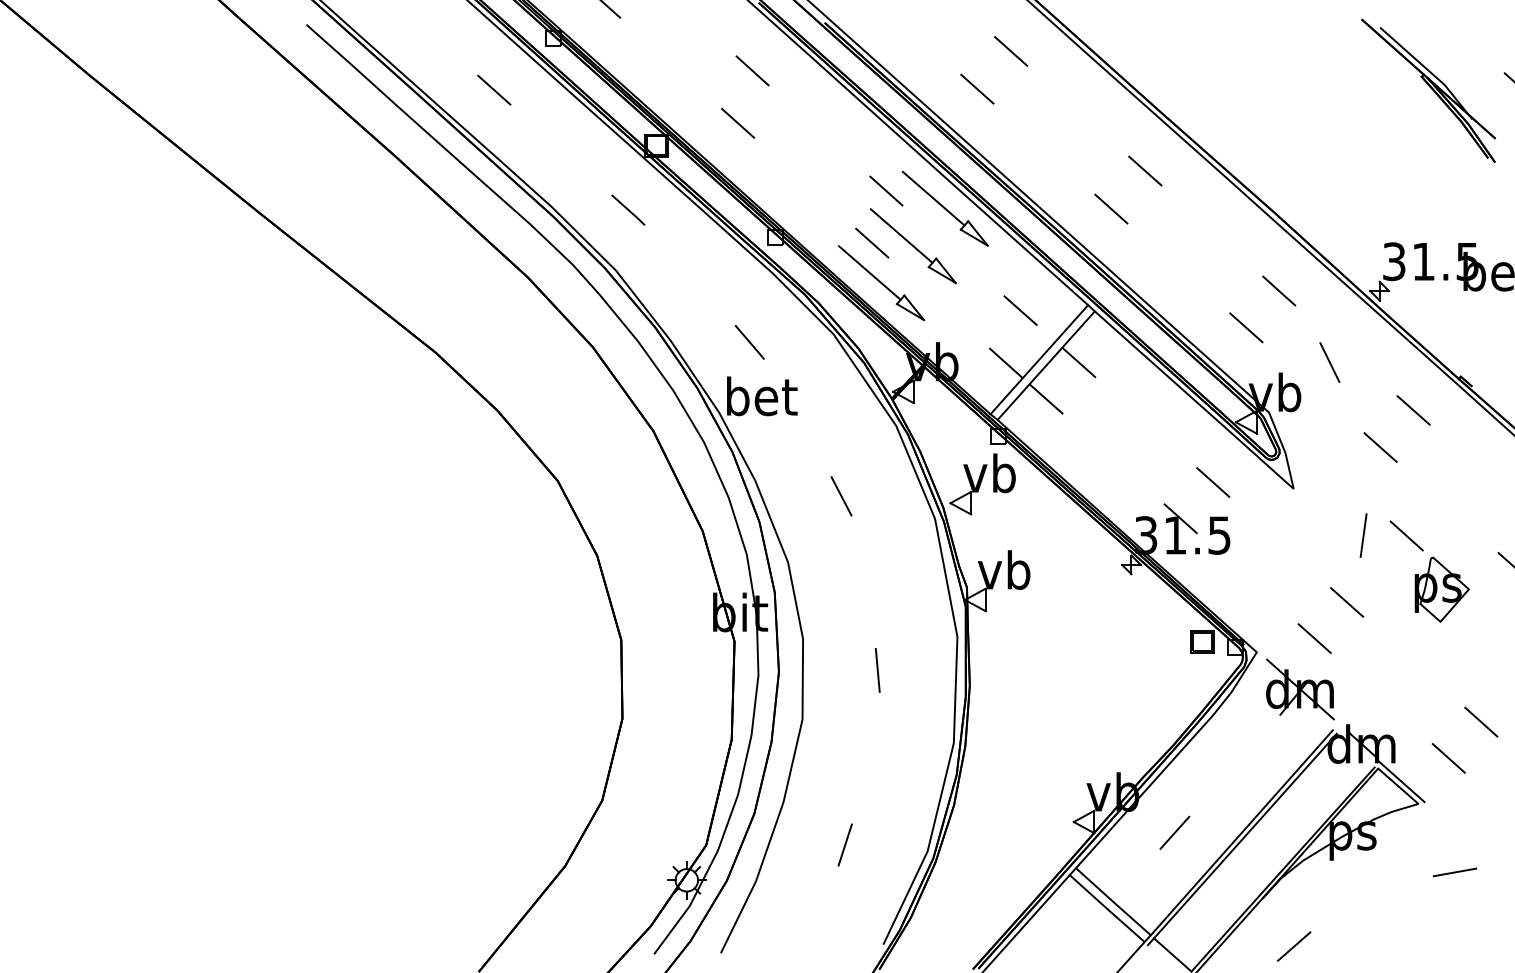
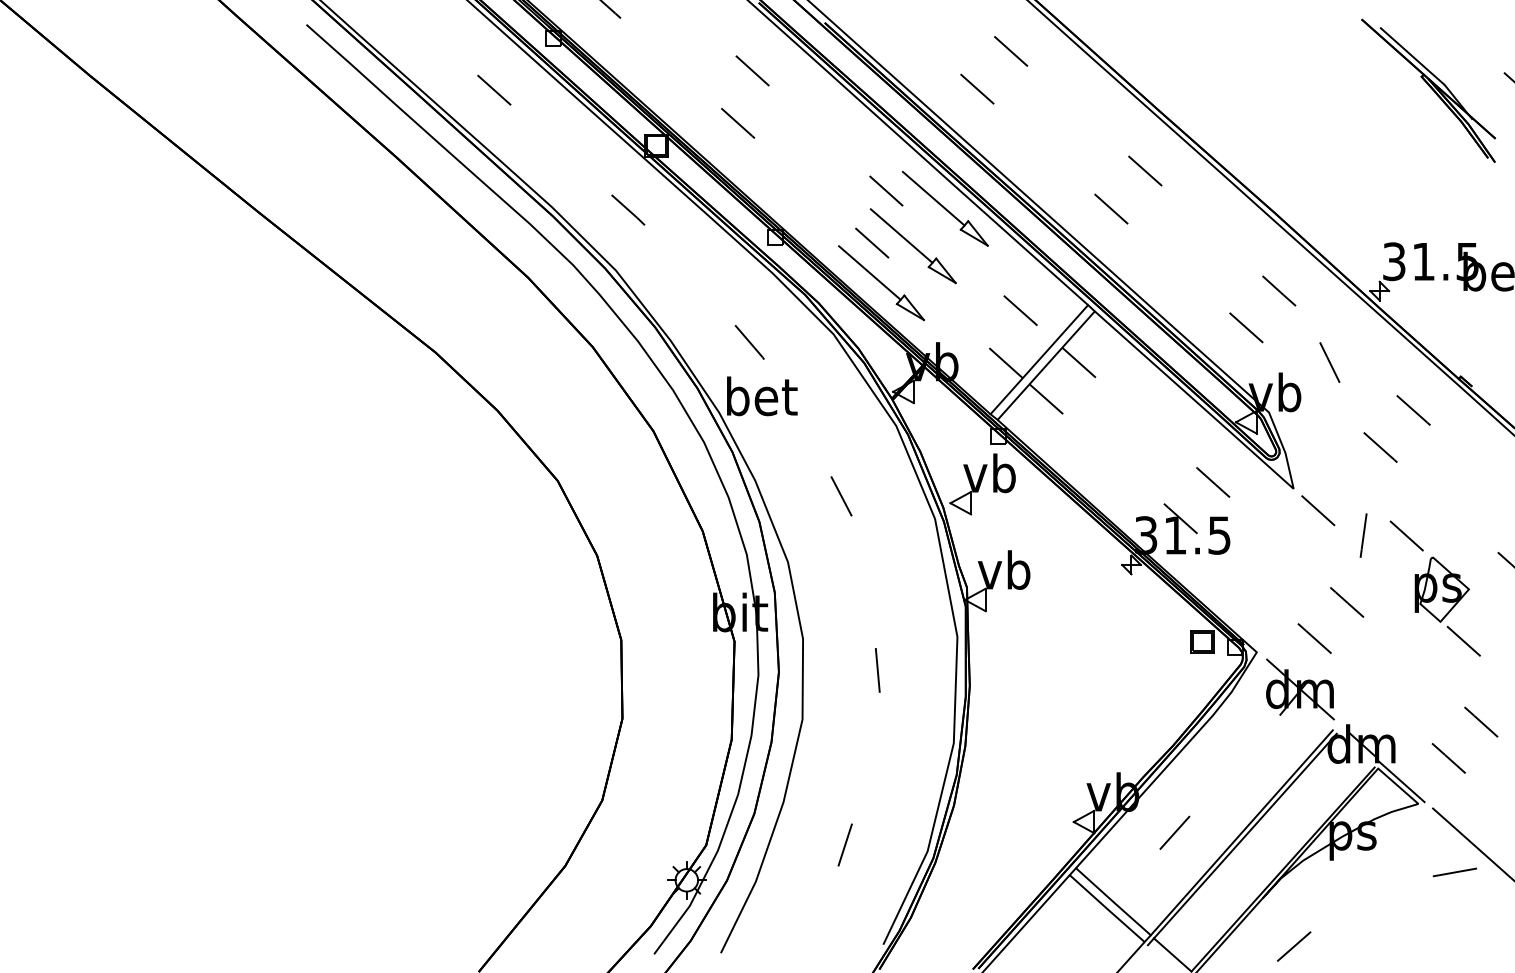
line at (1318, 510): none -> present
line at (1466, 643): none -> present
line at (1472, 843): none -> present
